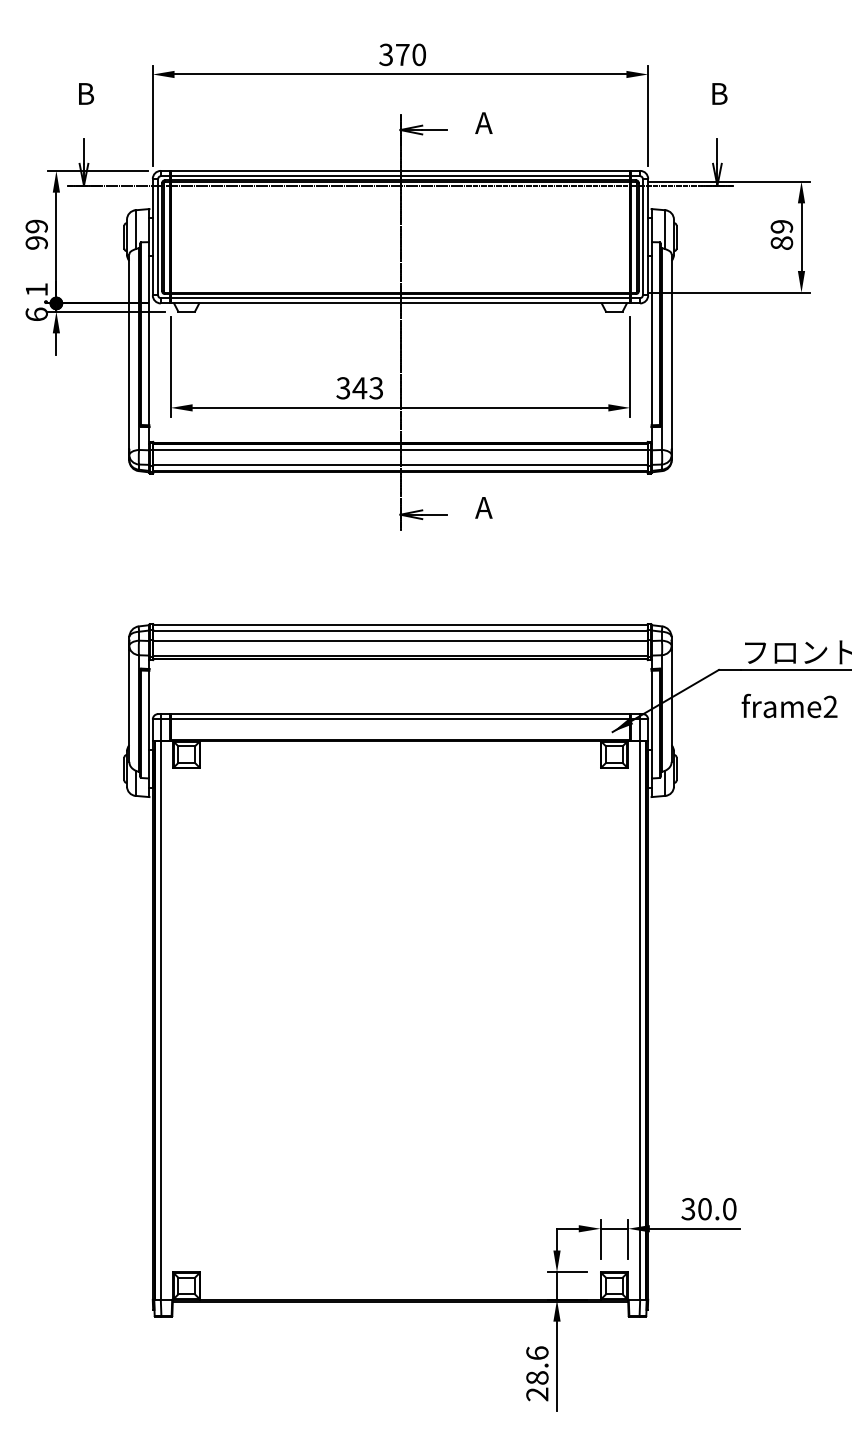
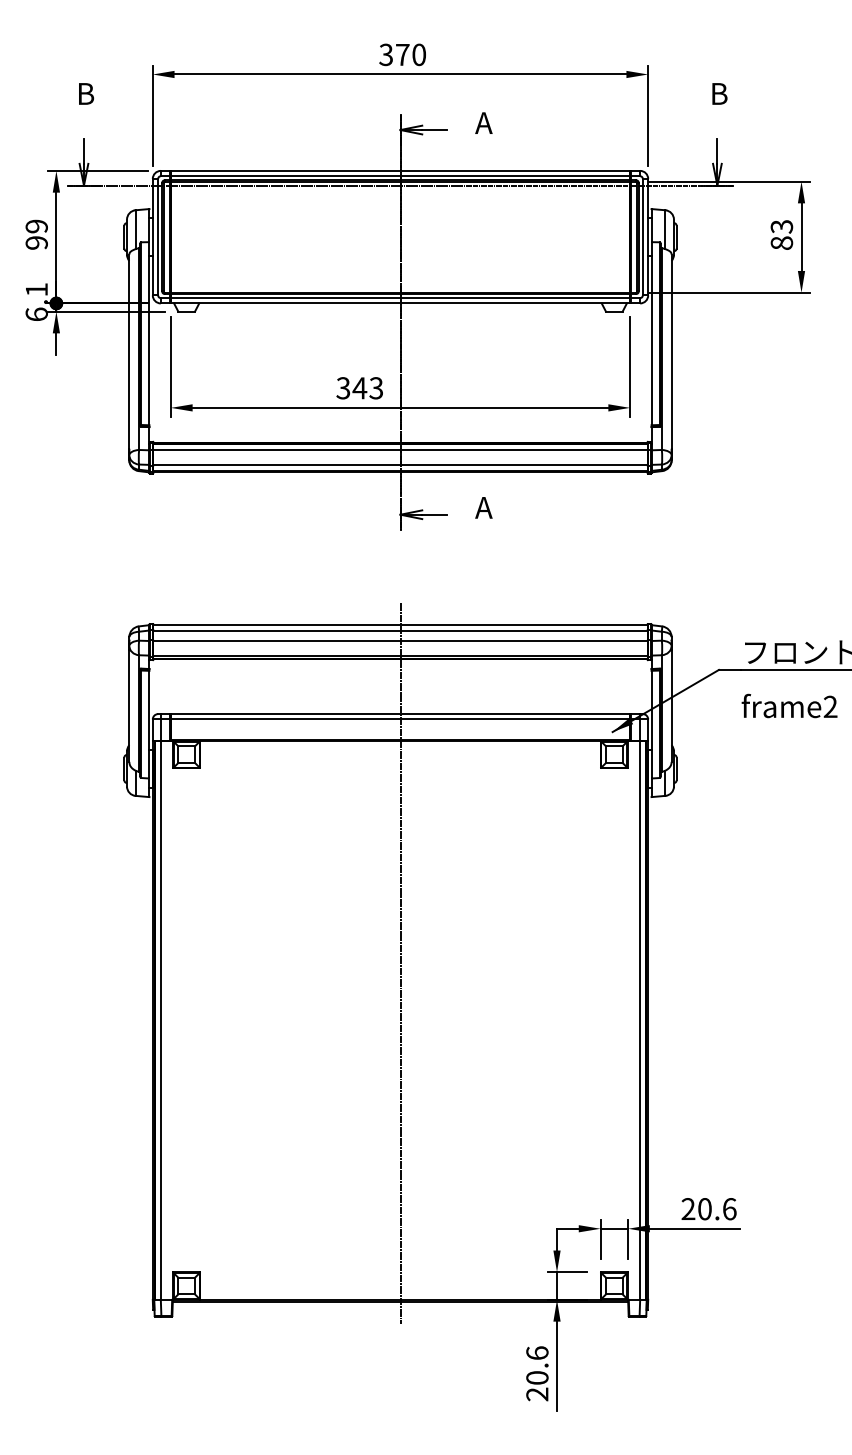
text at (782, 226): 89 -> 83
line at (400, 963): none -> present
text at (708, 1209): 30.0 -> 20.6
text at (537, 1377): 28.6 -> 20.6
